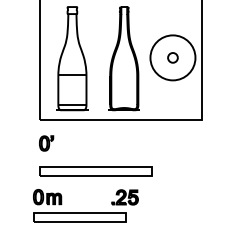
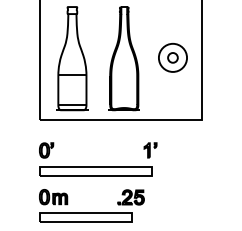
circle at (172, 57) diameter: 45 px -> 28 px
part at (46, 143) position: (46, 143) -> (46, 150)
part at (150, 150): none -> present
part at (85, 212) position: (85, 212) -> (91, 212)
